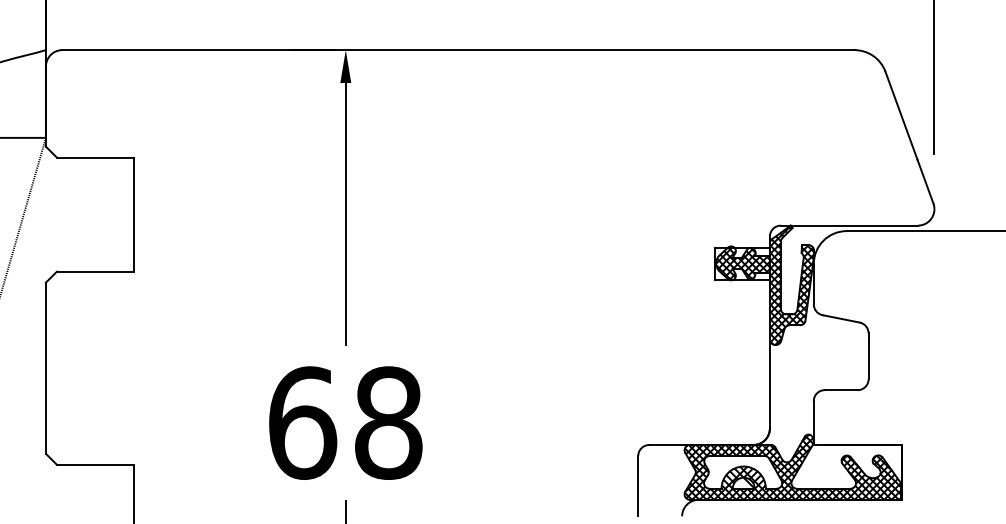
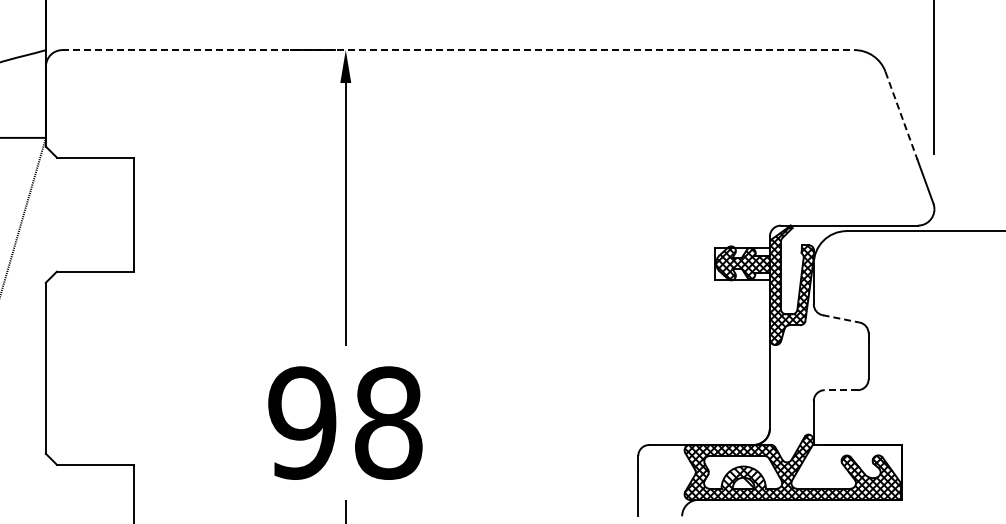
line at (458, 50): solid -> dashed
line at (901, 115): solid -> dashed
line at (841, 318): solid -> dashed
line at (840, 390): solid -> dashed
text at (302, 422): 68 -> 98
